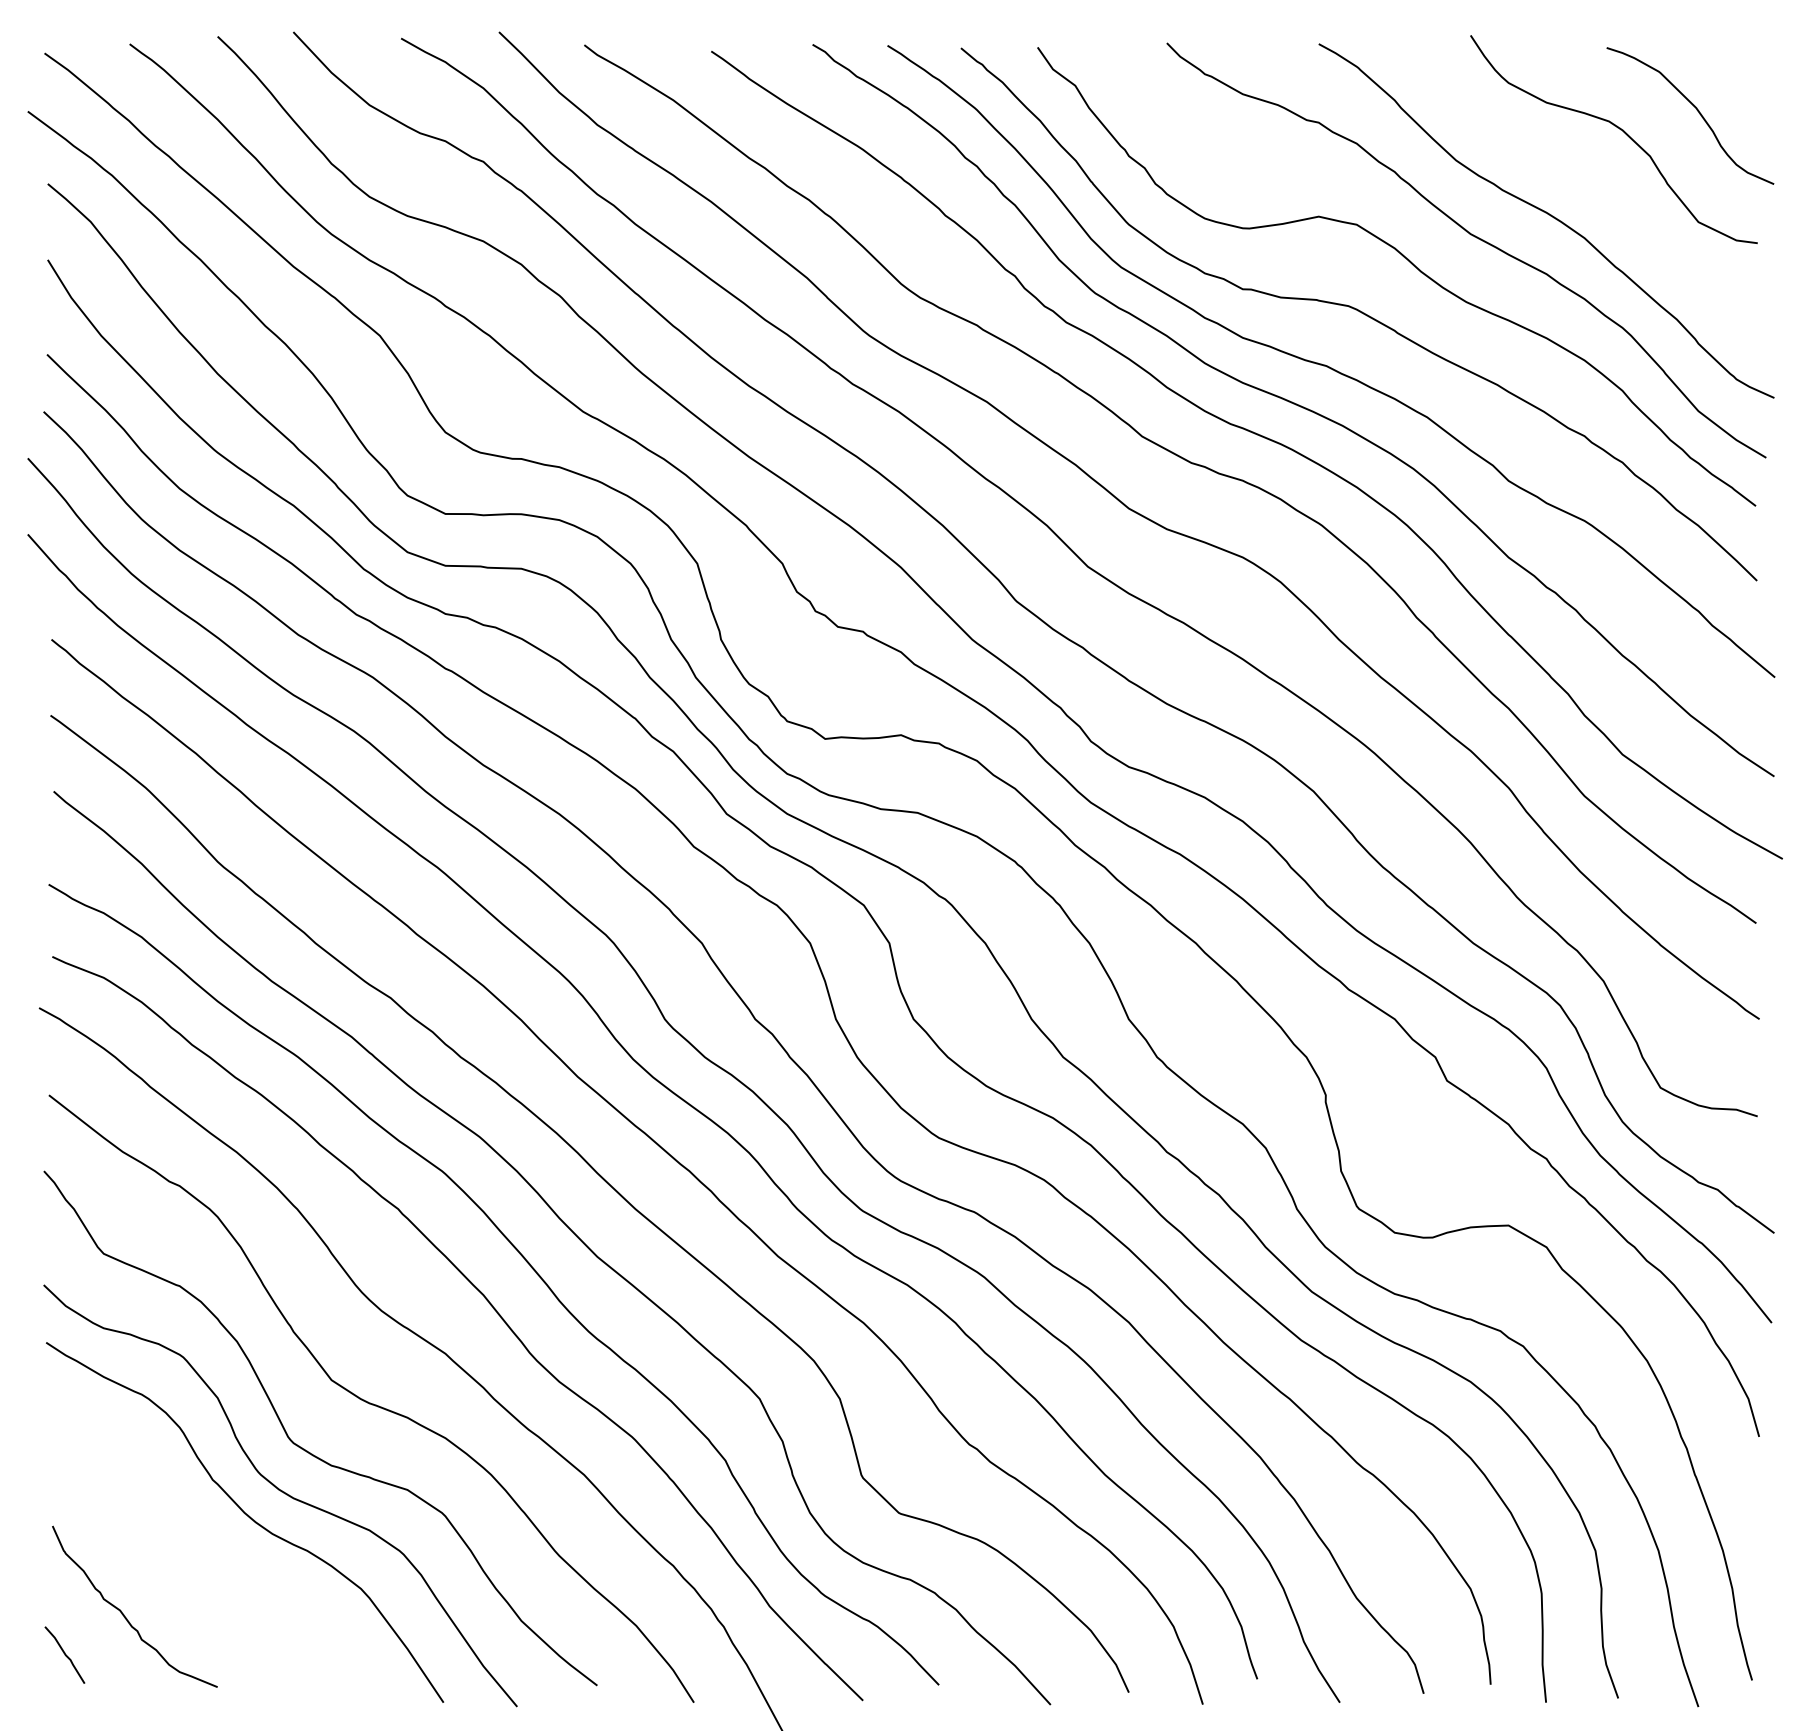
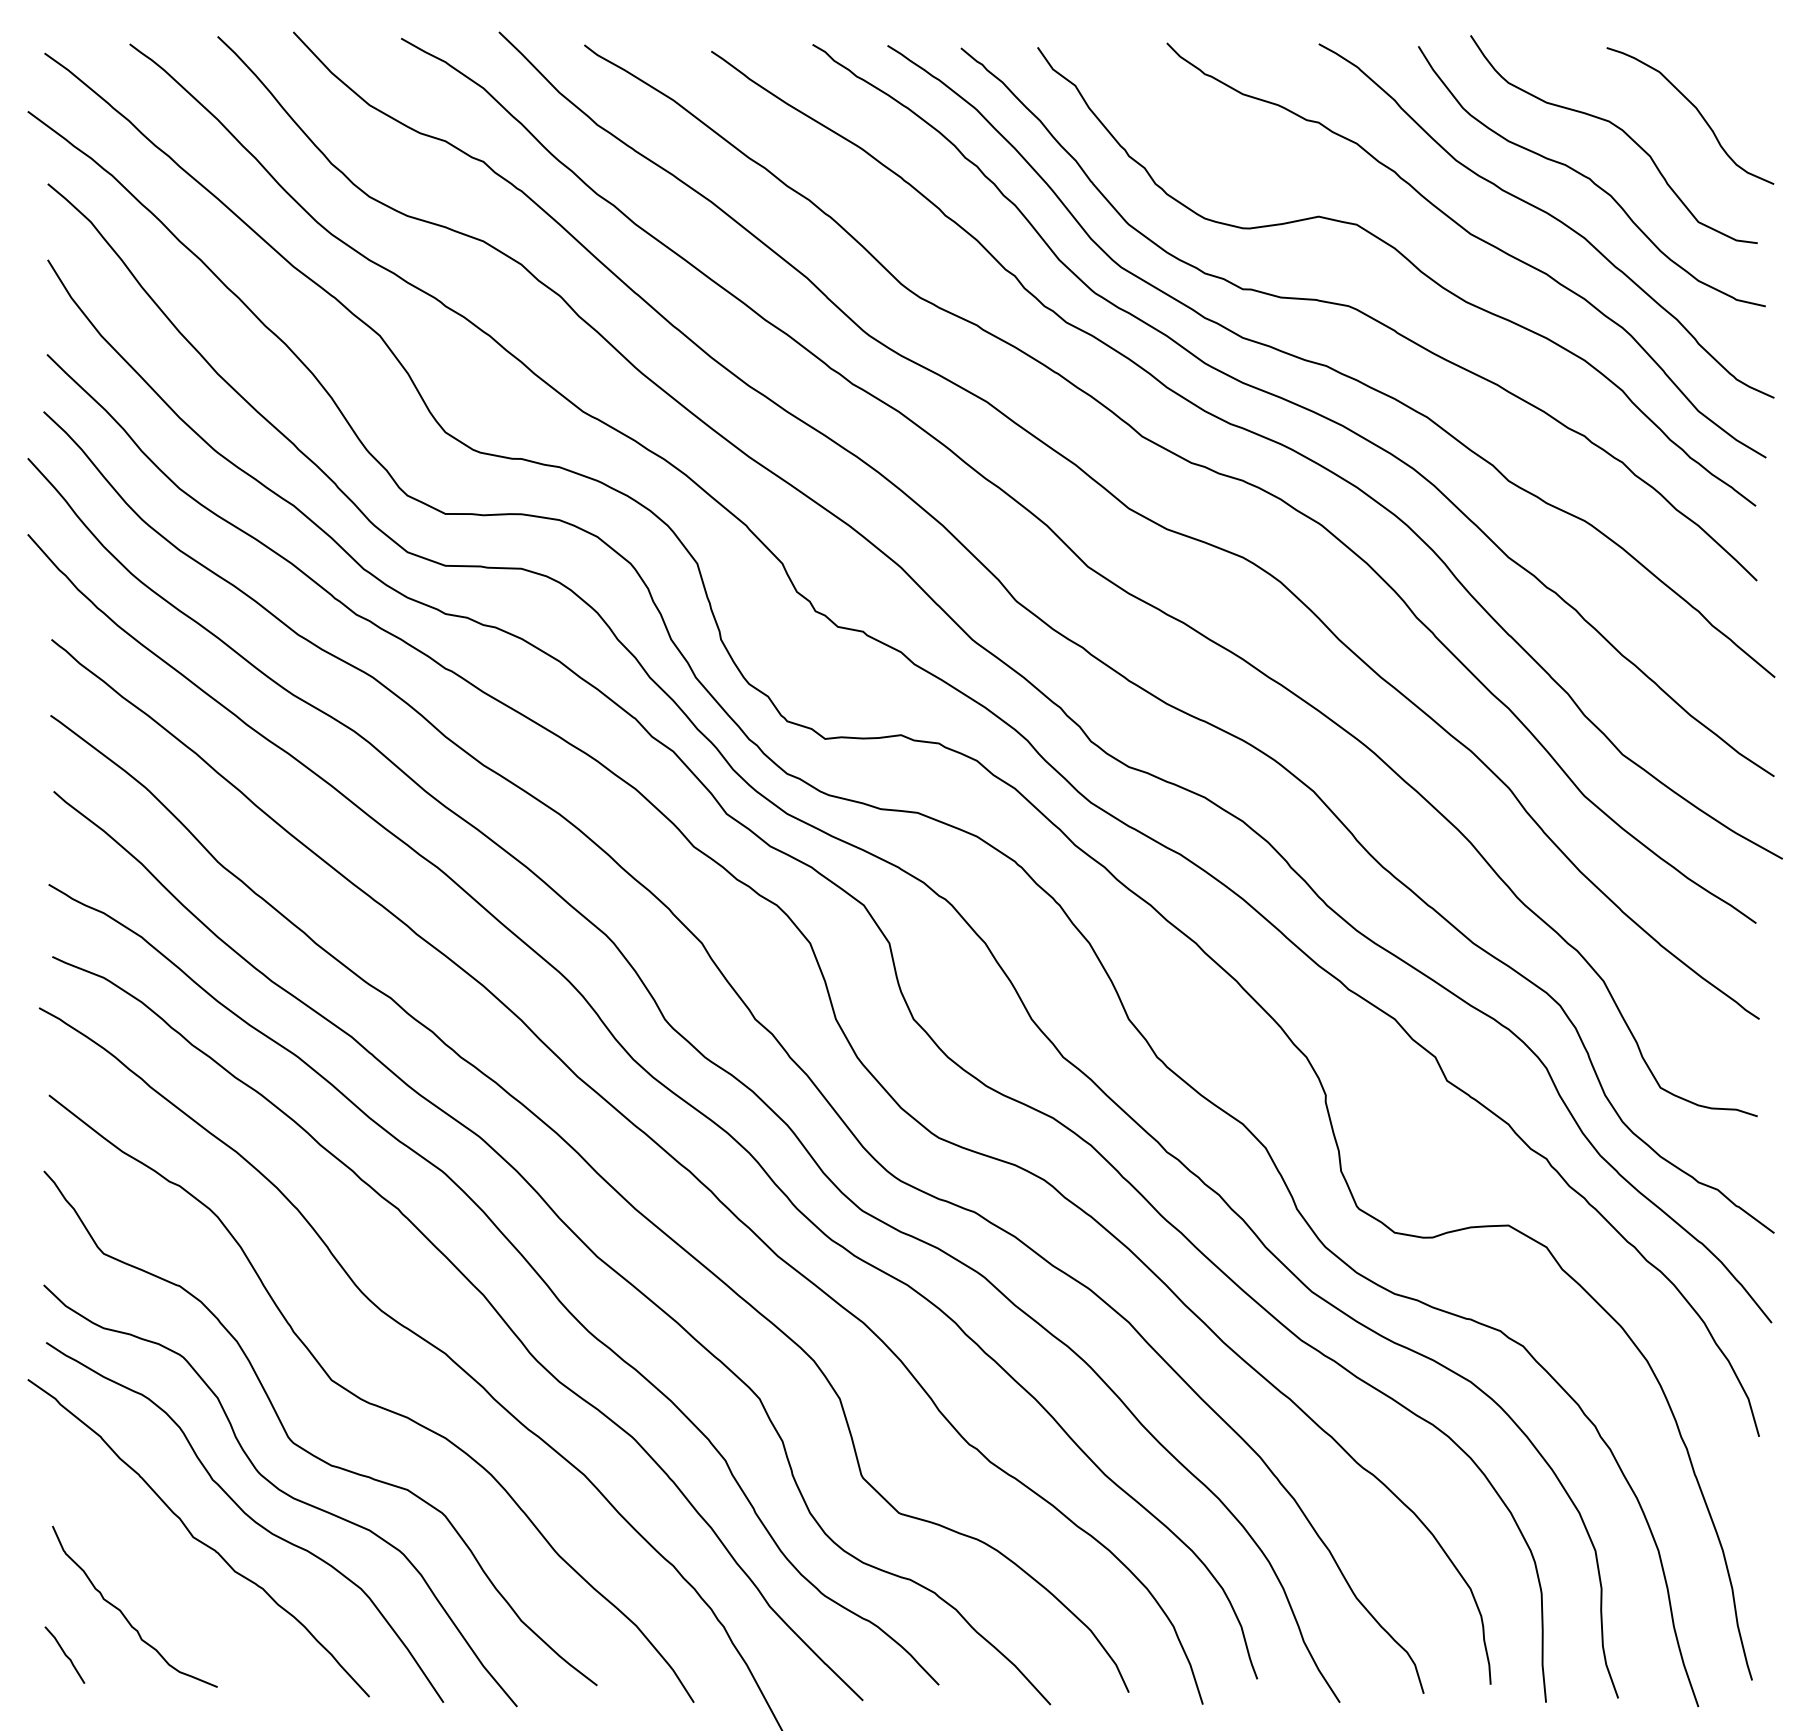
curve at (1589, 177): none -> present
curve at (197, 1538): none -> present
